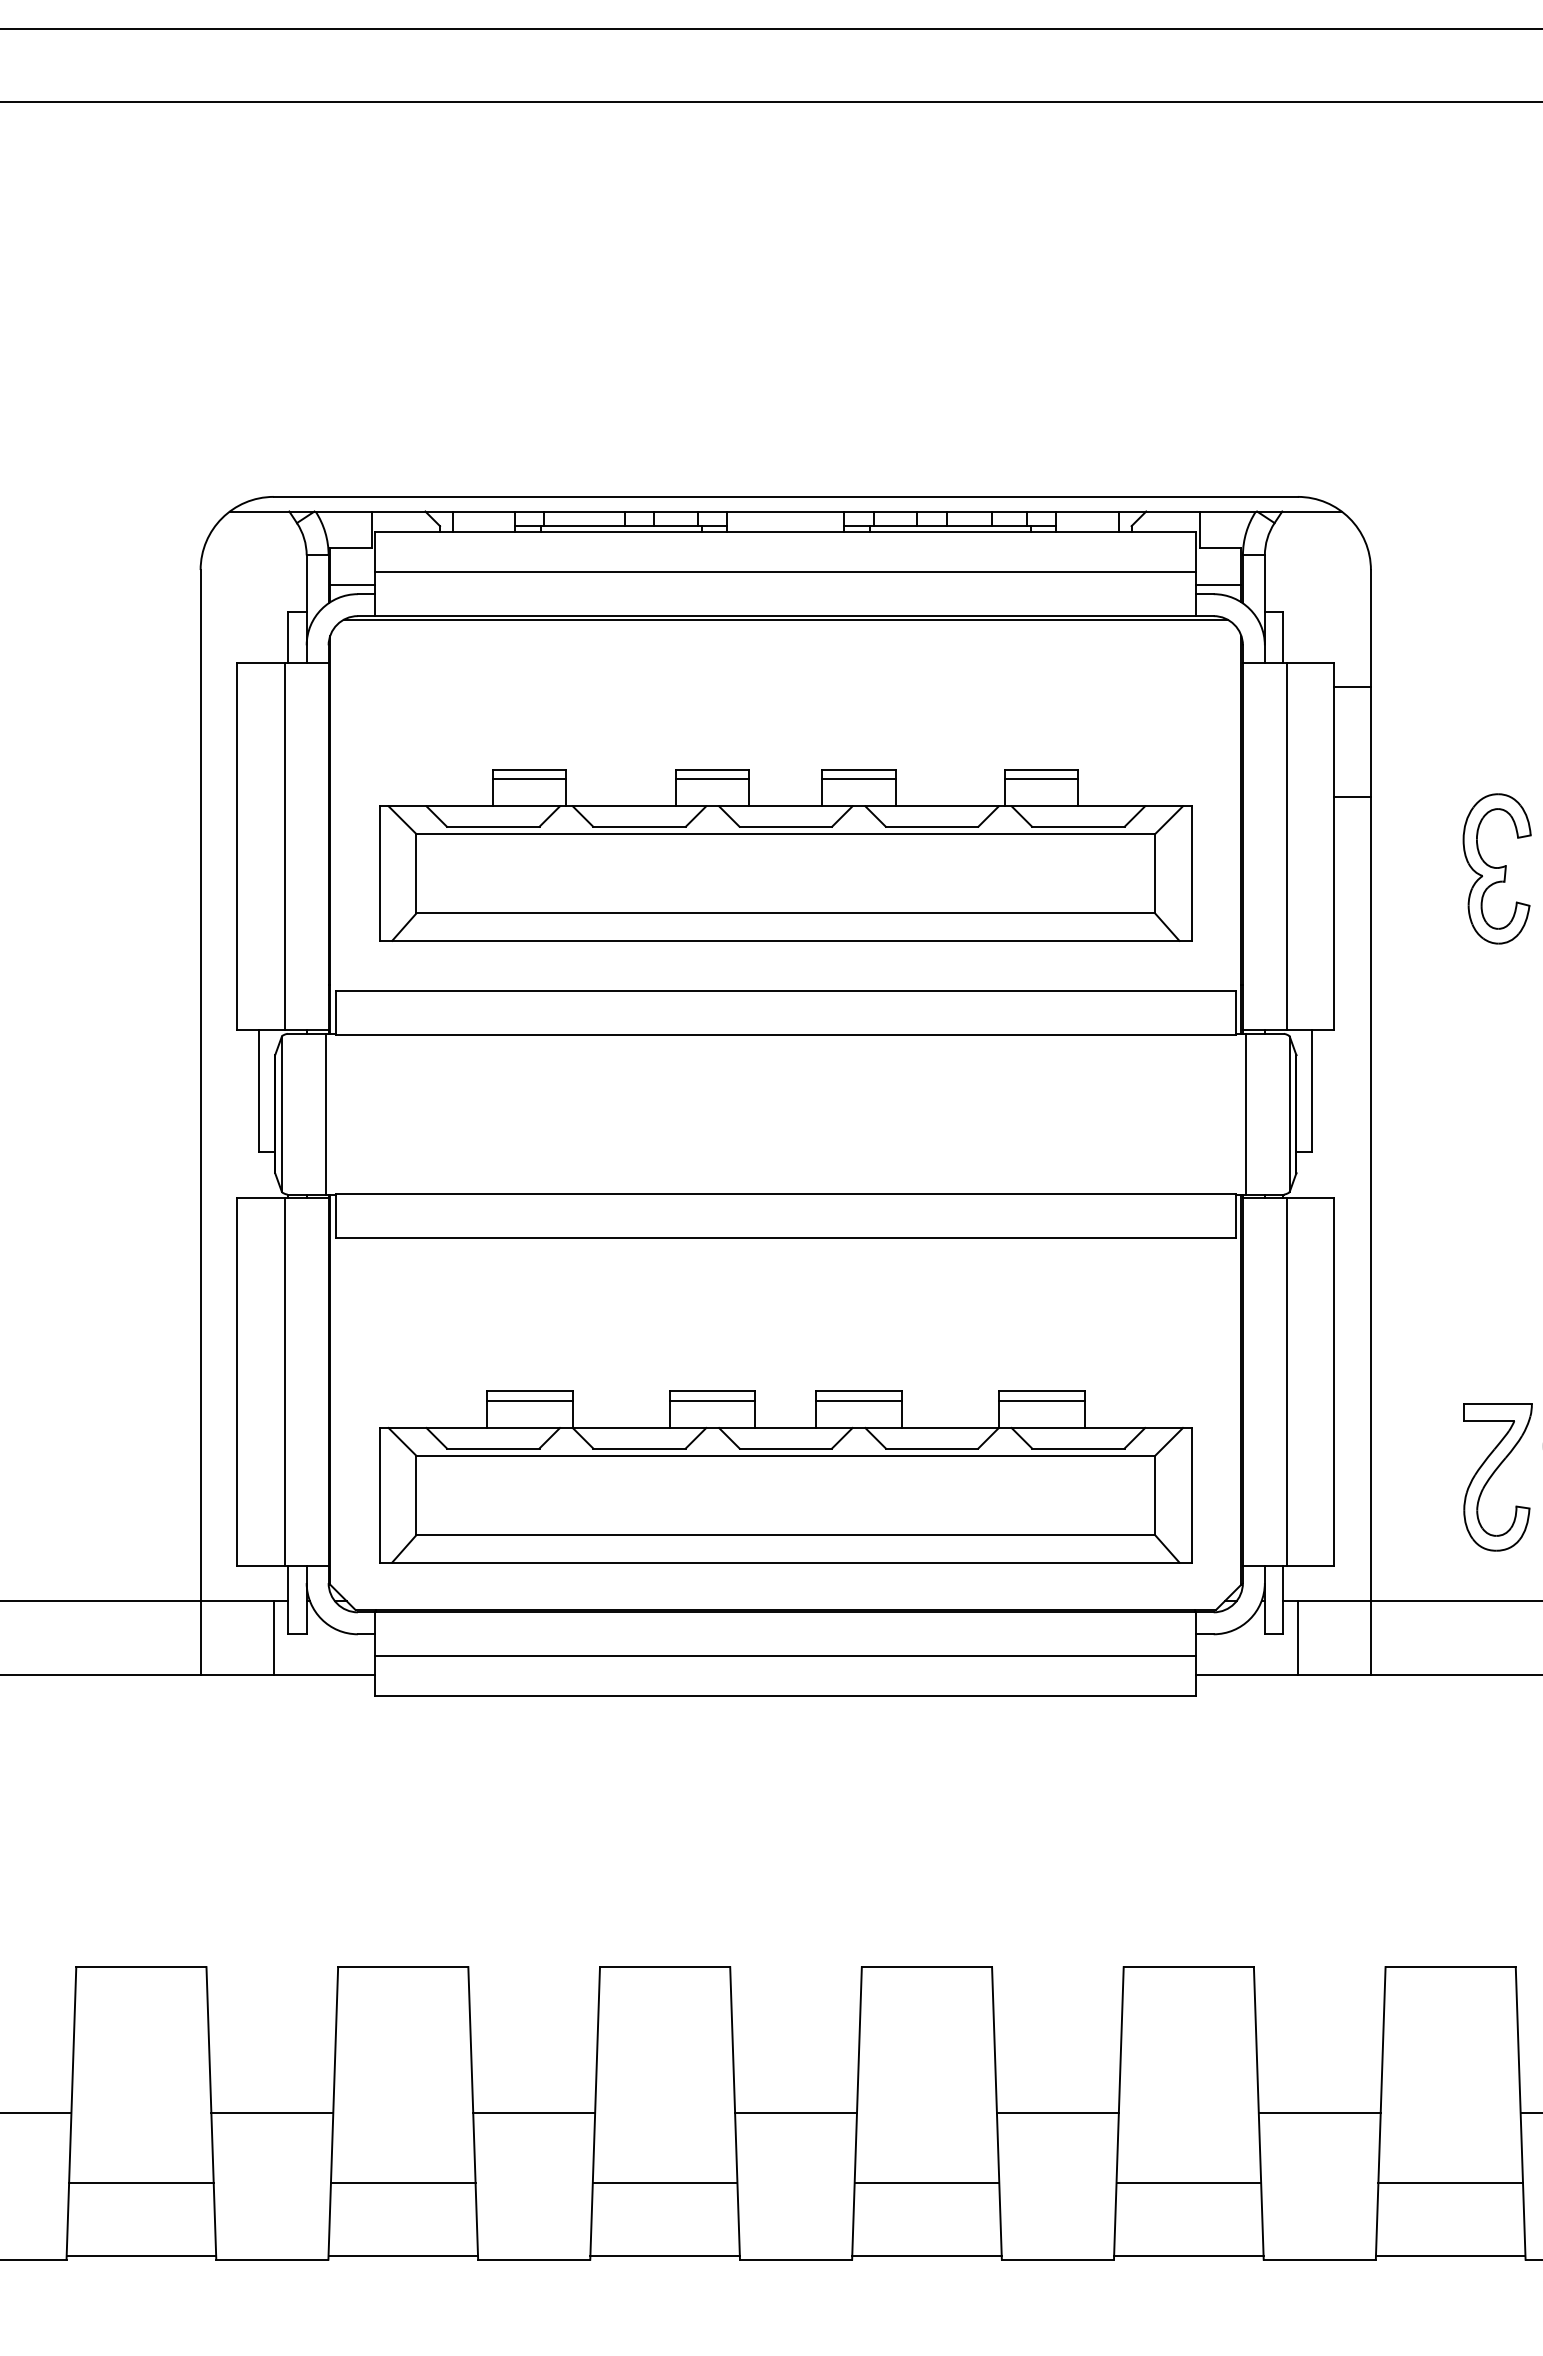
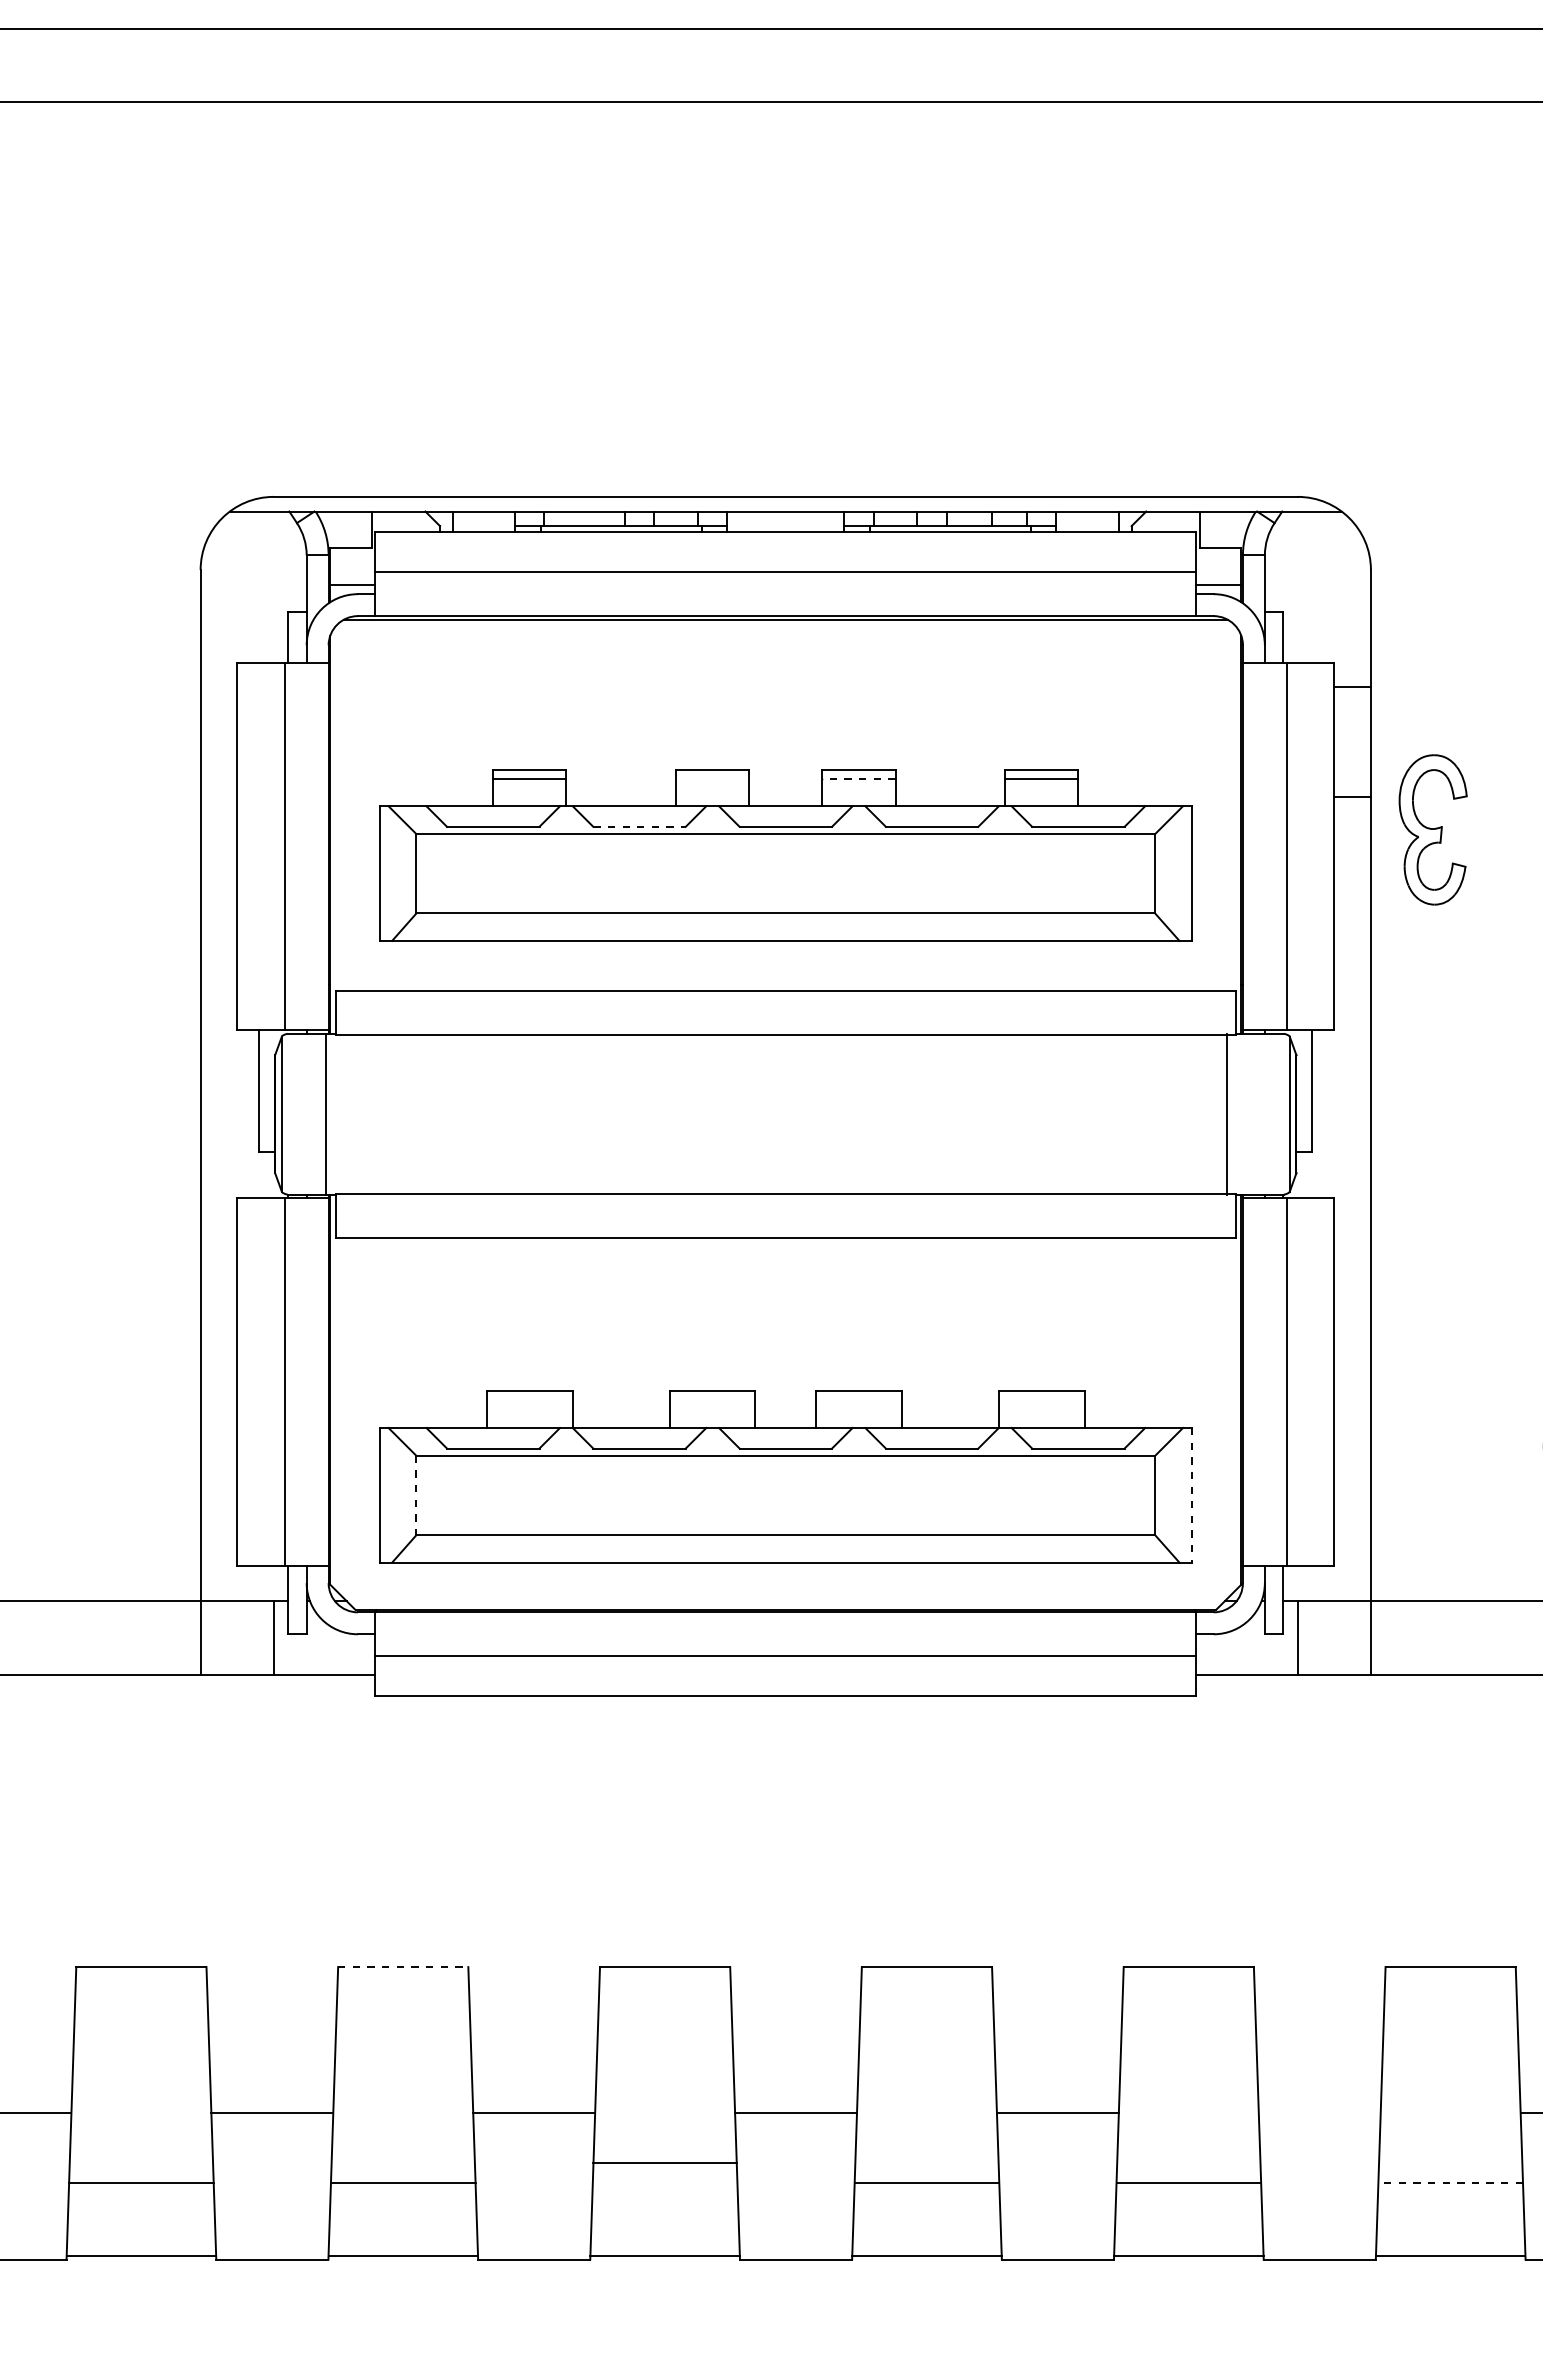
line at (712, 779): present -> none
line at (858, 779): solid -> dashed
line at (640, 826): solid -> dashed
part at (1496, 868) position: (1496, 868) -> (1432, 829)
line at (1245, 1113) position: (1245, 1113) -> (1226, 1113)
line at (529, 1401): present -> none
line at (712, 1401): present -> none
line at (858, 1401): present -> none
line at (1041, 1401): present -> none
part at (1497, 1477): present -> none
line at (416, 1495): solid -> dashed
line at (1191, 1495): solid -> dashed
line at (403, 1967): solid -> dashed
line at (1319, 2113): present -> none
line at (664, 2182) position: (664, 2182) -> (664, 2162)
line at (1450, 2182): solid -> dashed
